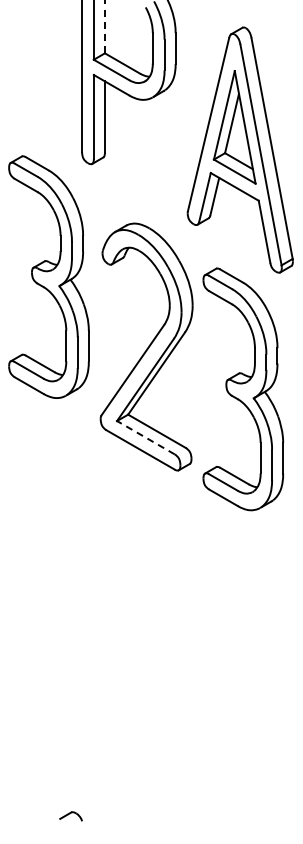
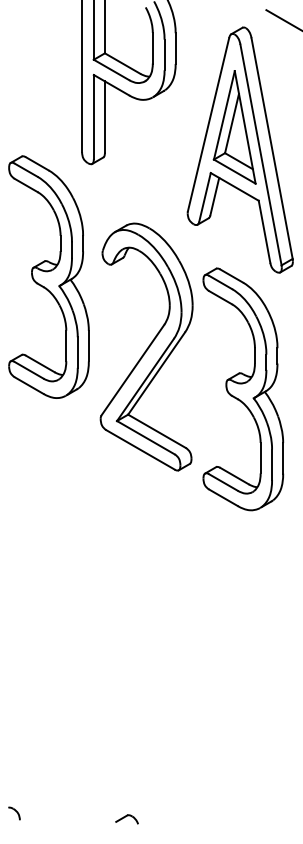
line at (282, 19): none -> present
line at (104, 26): dashed -> solid
line at (145, 437): dashed -> solid
part at (14, 813): none -> present
part at (70, 816) position: (70, 816) -> (126, 819)
